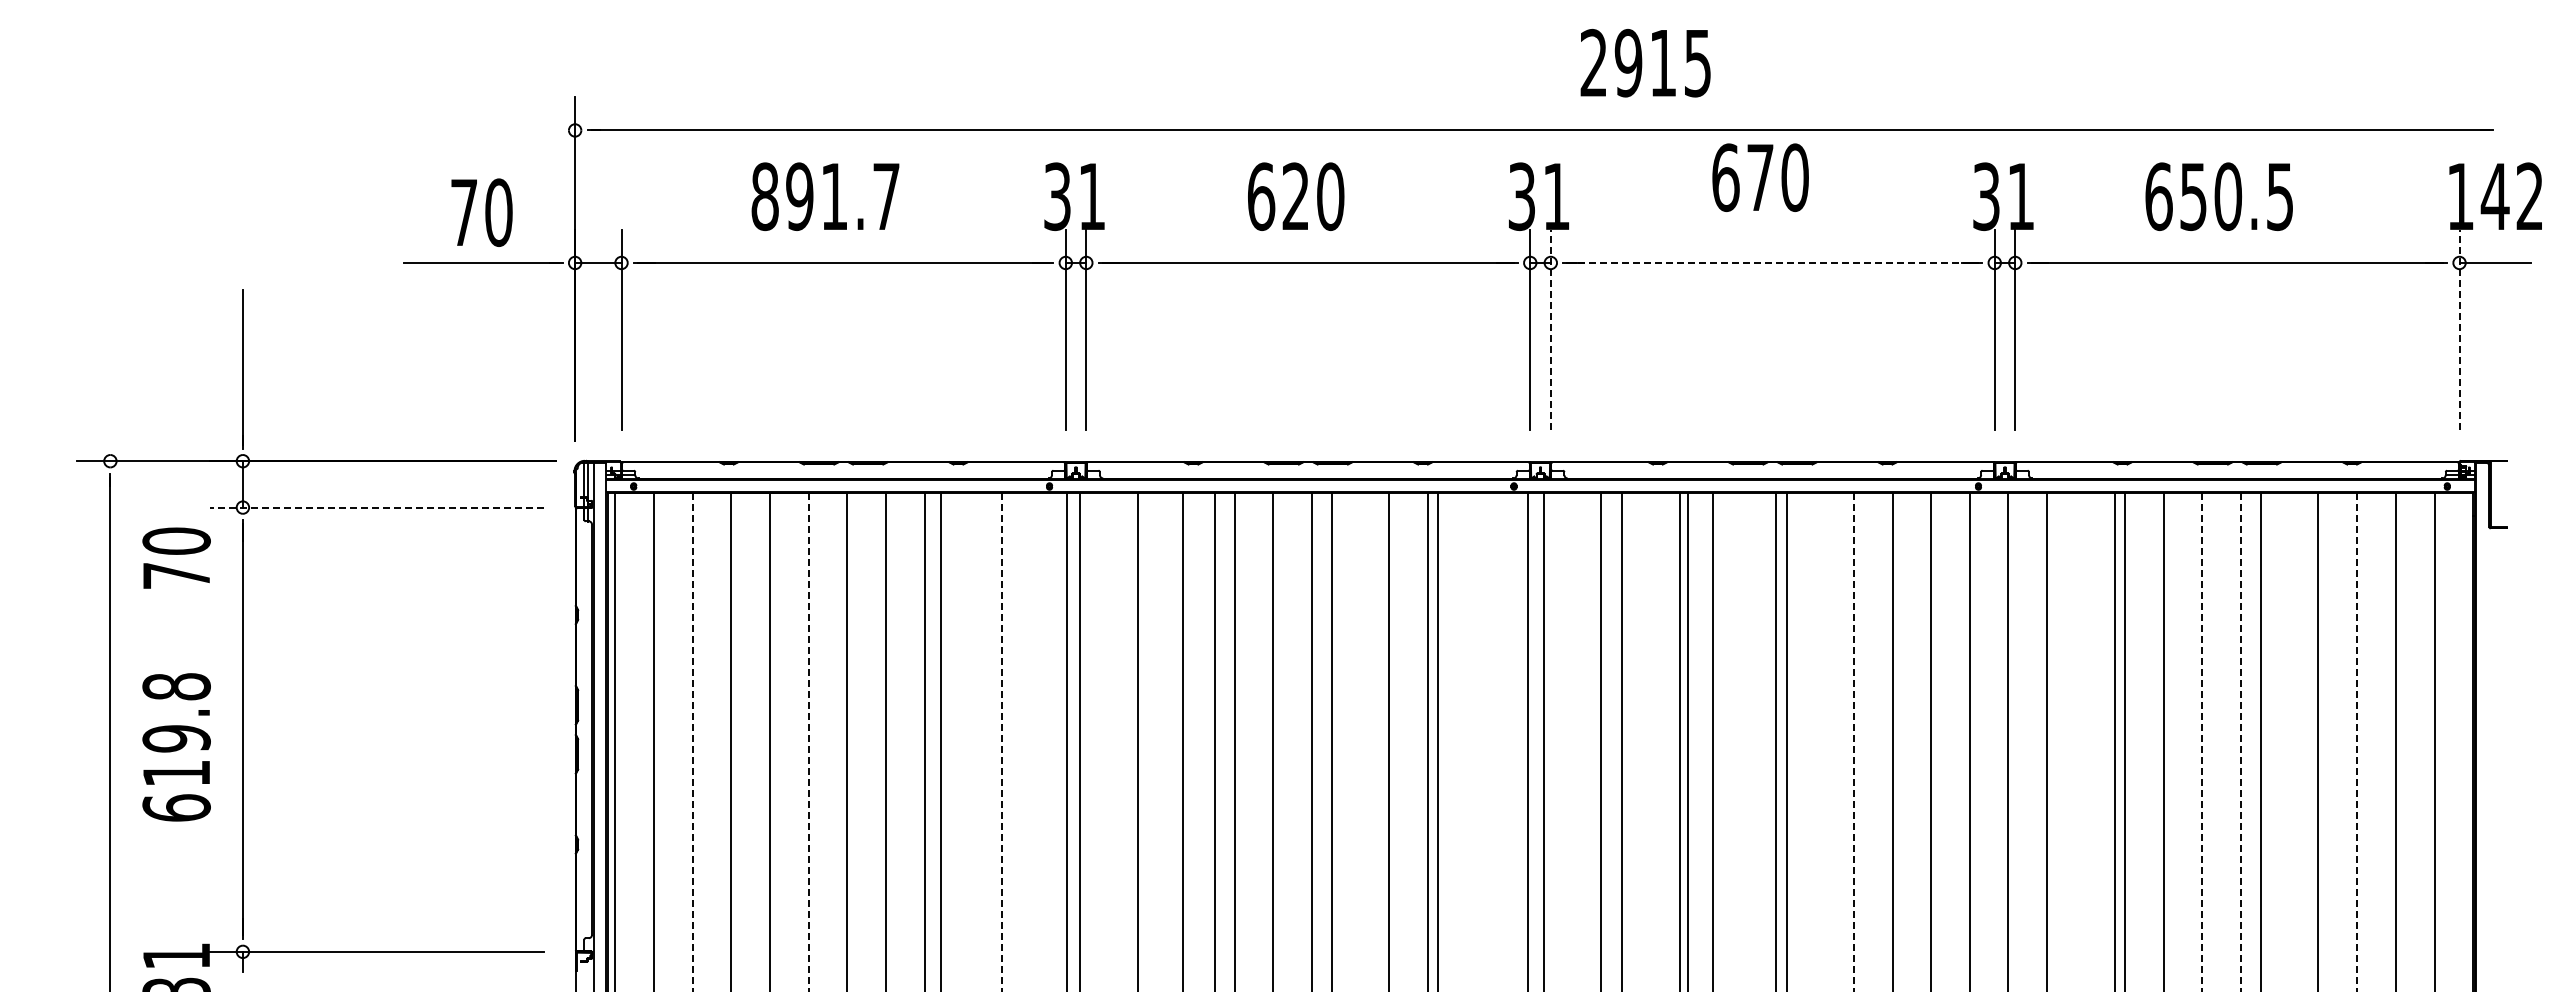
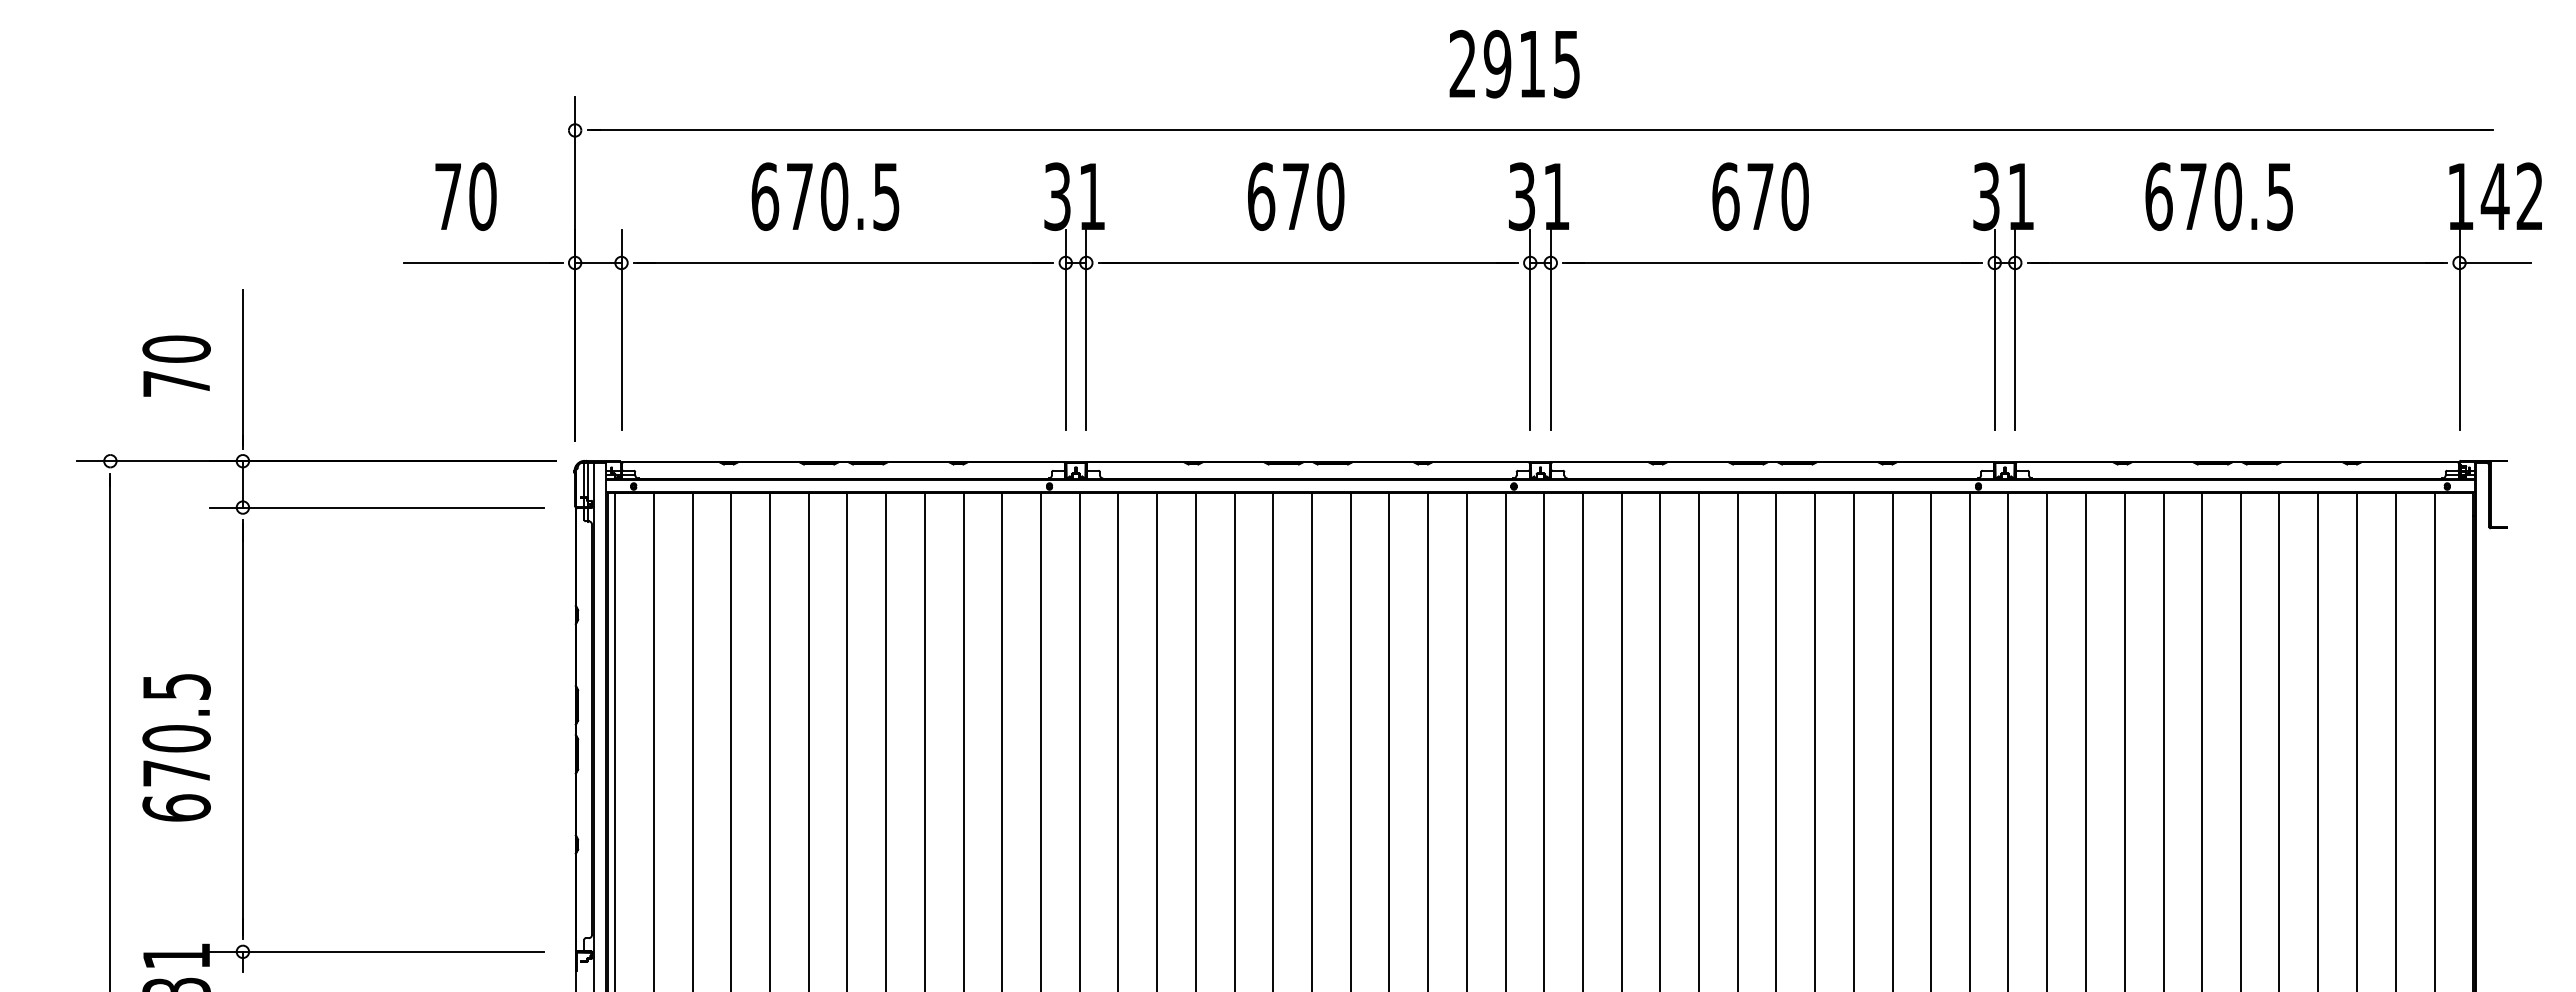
text at (1645, 63) position: (1645, 63) -> (1514, 64)
text at (1760, 177) position: (1760, 177) -> (1760, 196)
text at (1295, 195): 620 -> 670
text at (825, 196): 891.7 -> 670.5
text at (2193, 197): 650.5 -> 670.5
text at (481, 212) position: (481, 212) -> (465, 196)
line at (1773, 262): dashed -> solid
line at (1550, 329): dashed -> solid
line at (2459, 329): dashed -> solid
line at (376, 507): dashed -> solid
text at (176, 557) position: (176, 557) -> (176, 365)
text at (176, 729): 619.8 -> 670.5
line at (940, 740) position: (940, 740) -> (963, 740)
line at (1067, 740) position: (1067, 740) -> (1041, 740)
line at (1138, 740) position: (1138, 740) -> (1118, 740)
line at (1183, 740) position: (1183, 740) -> (1157, 740)
line at (1214, 740) position: (1214, 740) -> (1195, 740)
line at (1331, 740) position: (1331, 740) -> (1350, 740)
line at (1437, 740) position: (1437, 740) -> (1466, 740)
line at (1527, 740) position: (1527, 740) -> (1505, 740)
line at (1600, 740) position: (1600, 740) -> (1582, 740)
line at (1680, 740) position: (1680, 740) -> (1699, 740)
line at (1688, 740) position: (1688, 740) -> (1660, 740)
line at (1712, 740) position: (1712, 740) -> (1737, 740)
line at (1786, 740) position: (1786, 740) -> (1814, 740)
line at (2114, 740) position: (2114, 740) -> (2085, 740)
line at (2261, 740) position: (2261, 740) -> (2279, 740)
line at (692, 742): dashed -> solid
line at (808, 742): dashed -> solid
line at (1002, 742): dashed -> solid
line at (1853, 742): dashed -> solid
line at (2202, 742): dashed -> solid
line at (2240, 742): dashed -> solid
line at (2356, 742): dashed -> solid
